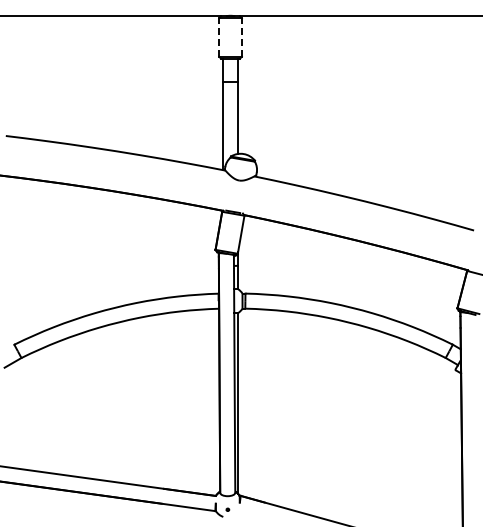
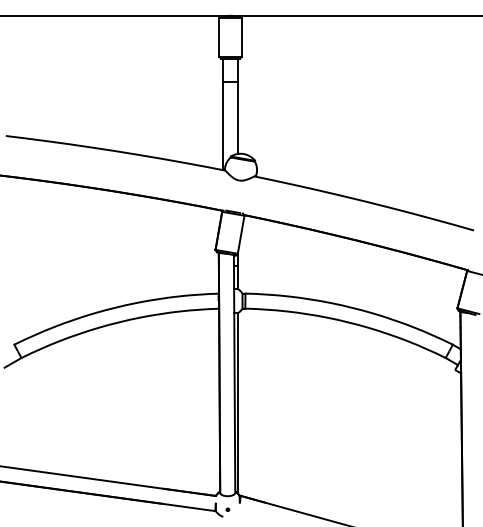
line at (219, 36): dashed -> solid
line at (241, 36): dashed -> solid
